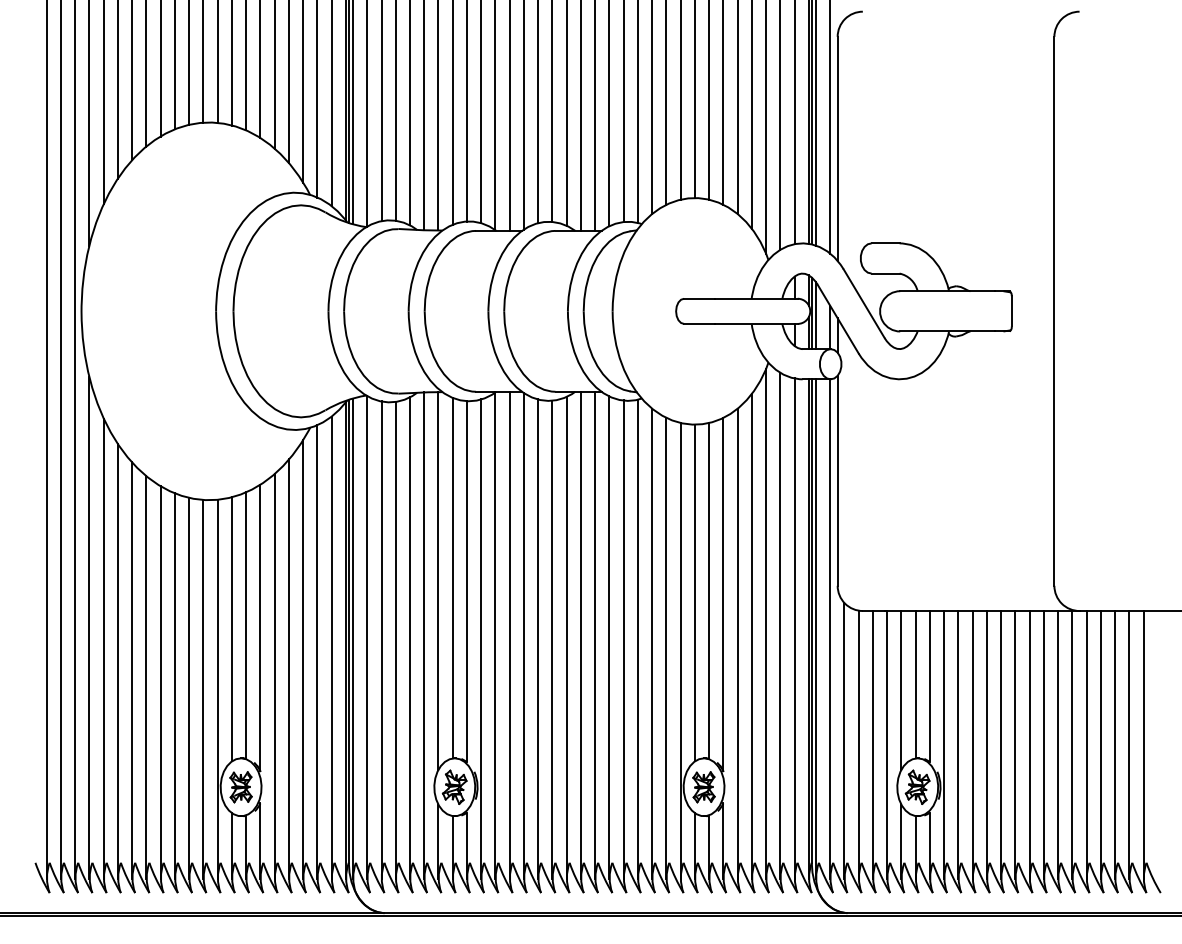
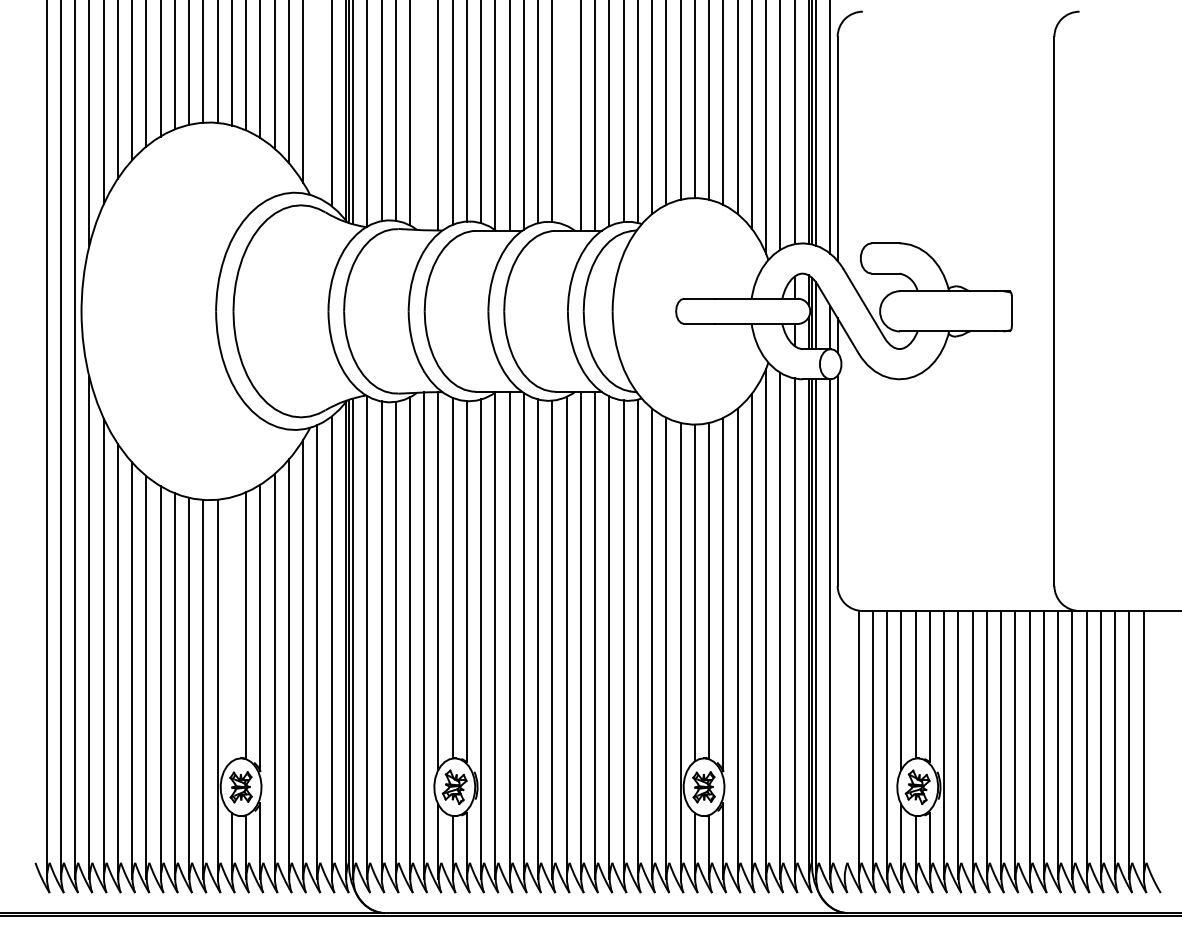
line at (317, 99): present -> none
line at (566, 113): present -> none
line at (424, 116): present -> none
line at (231, 629): present -> none
line at (844, 741): present -> none
